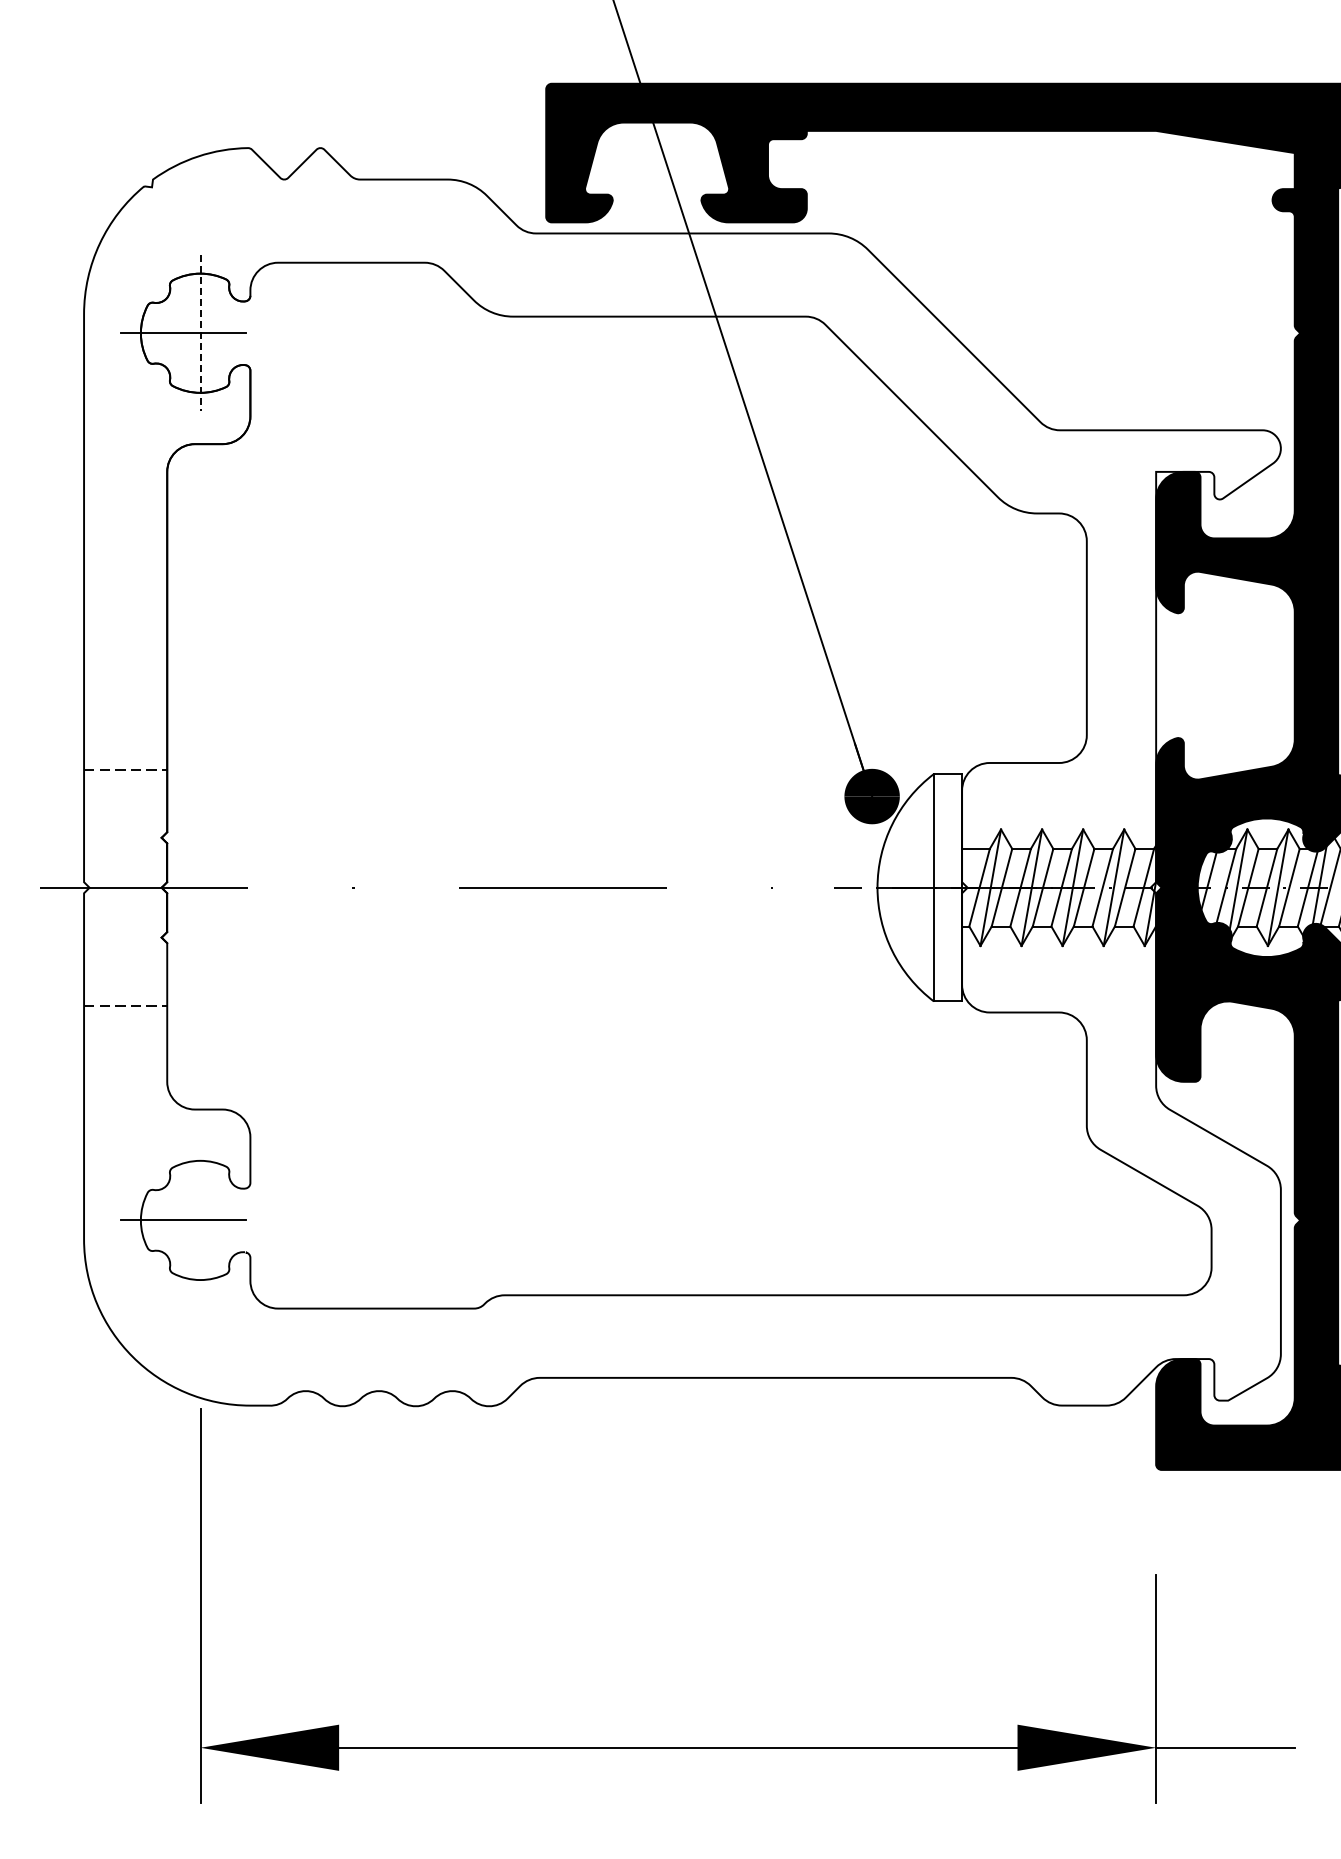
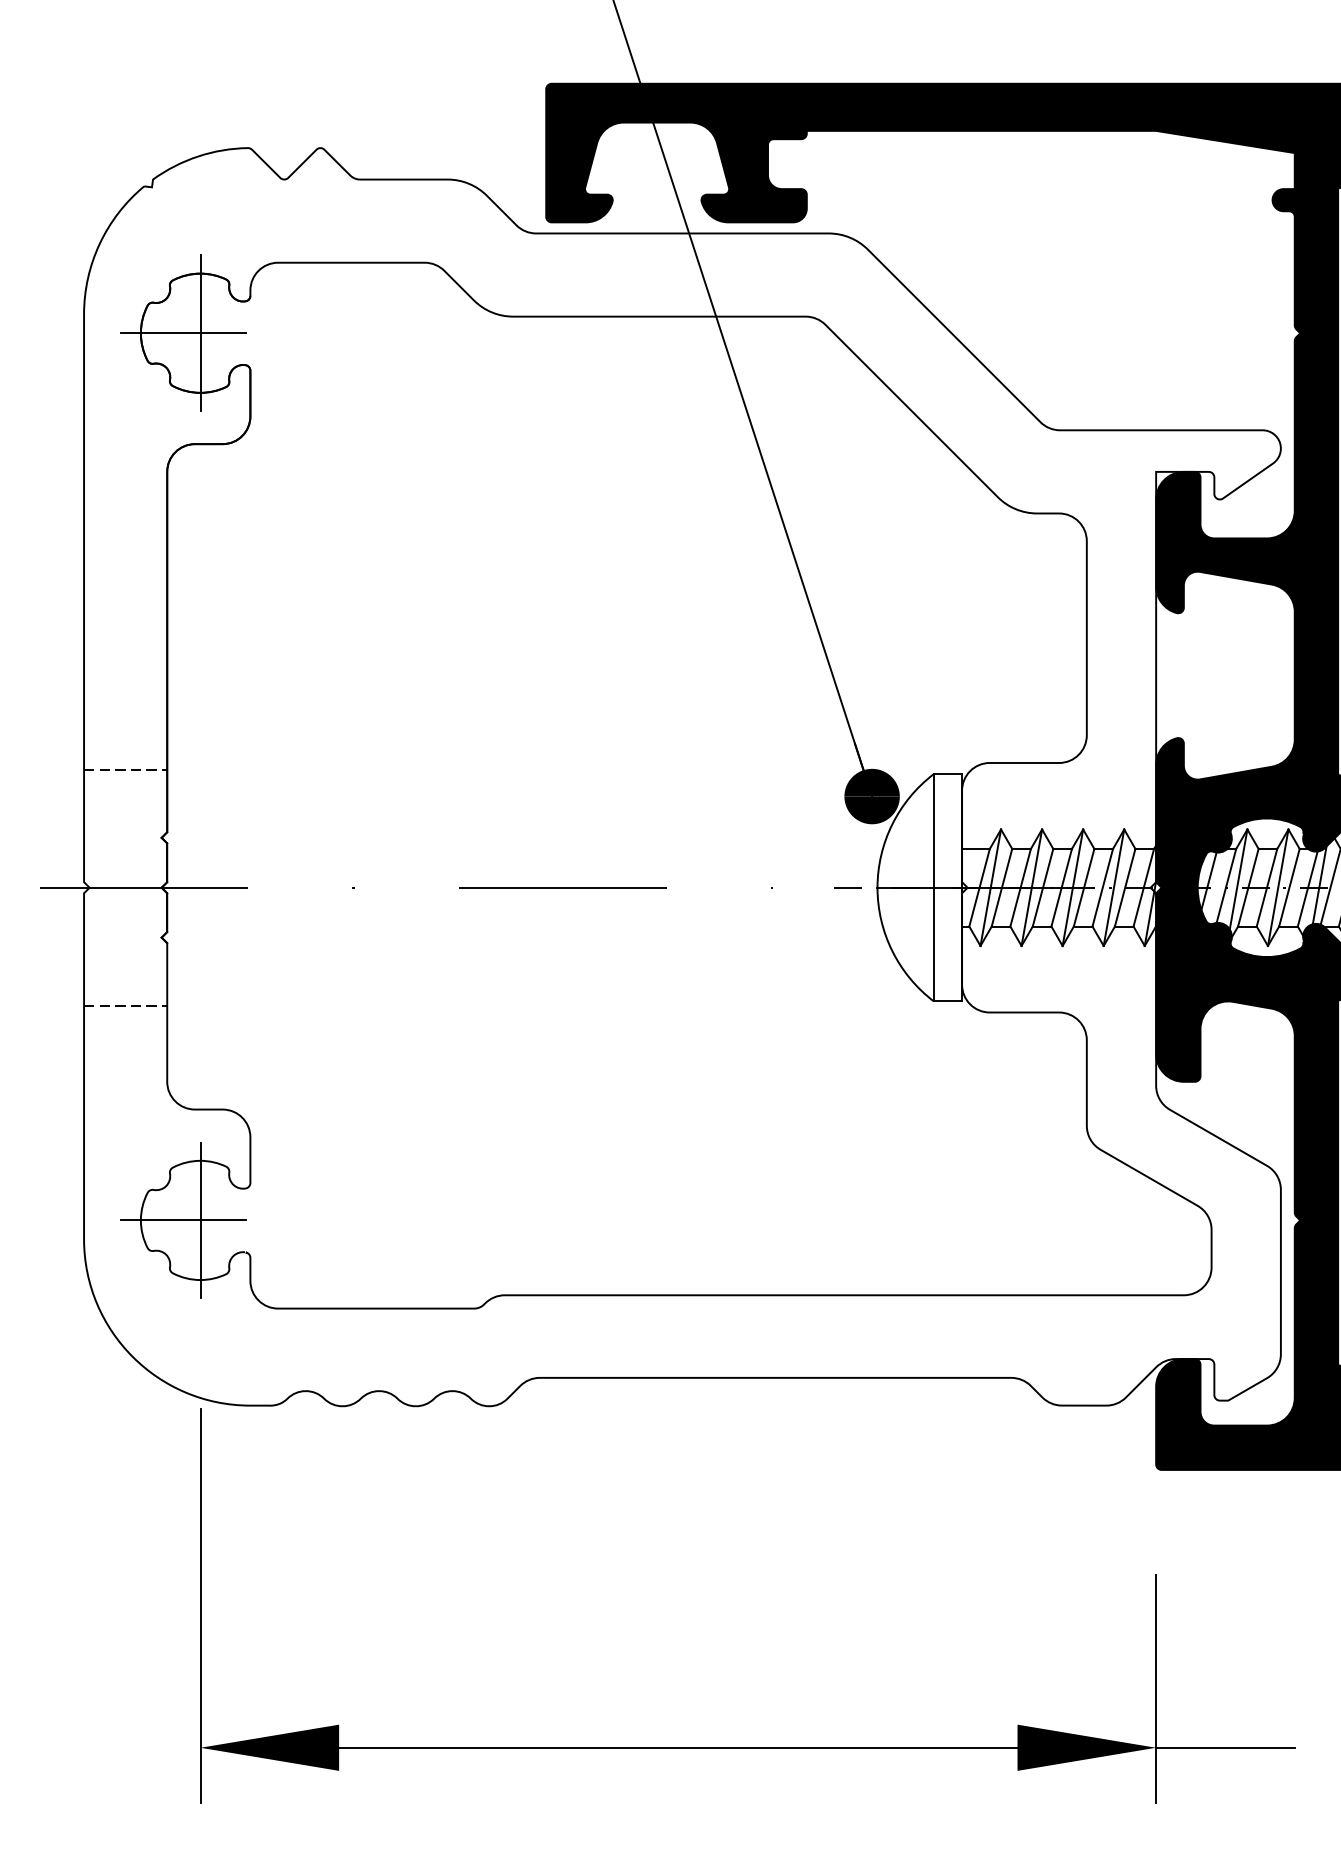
line at (200, 333): dashed -> solid
line at (200, 1220): none -> present
